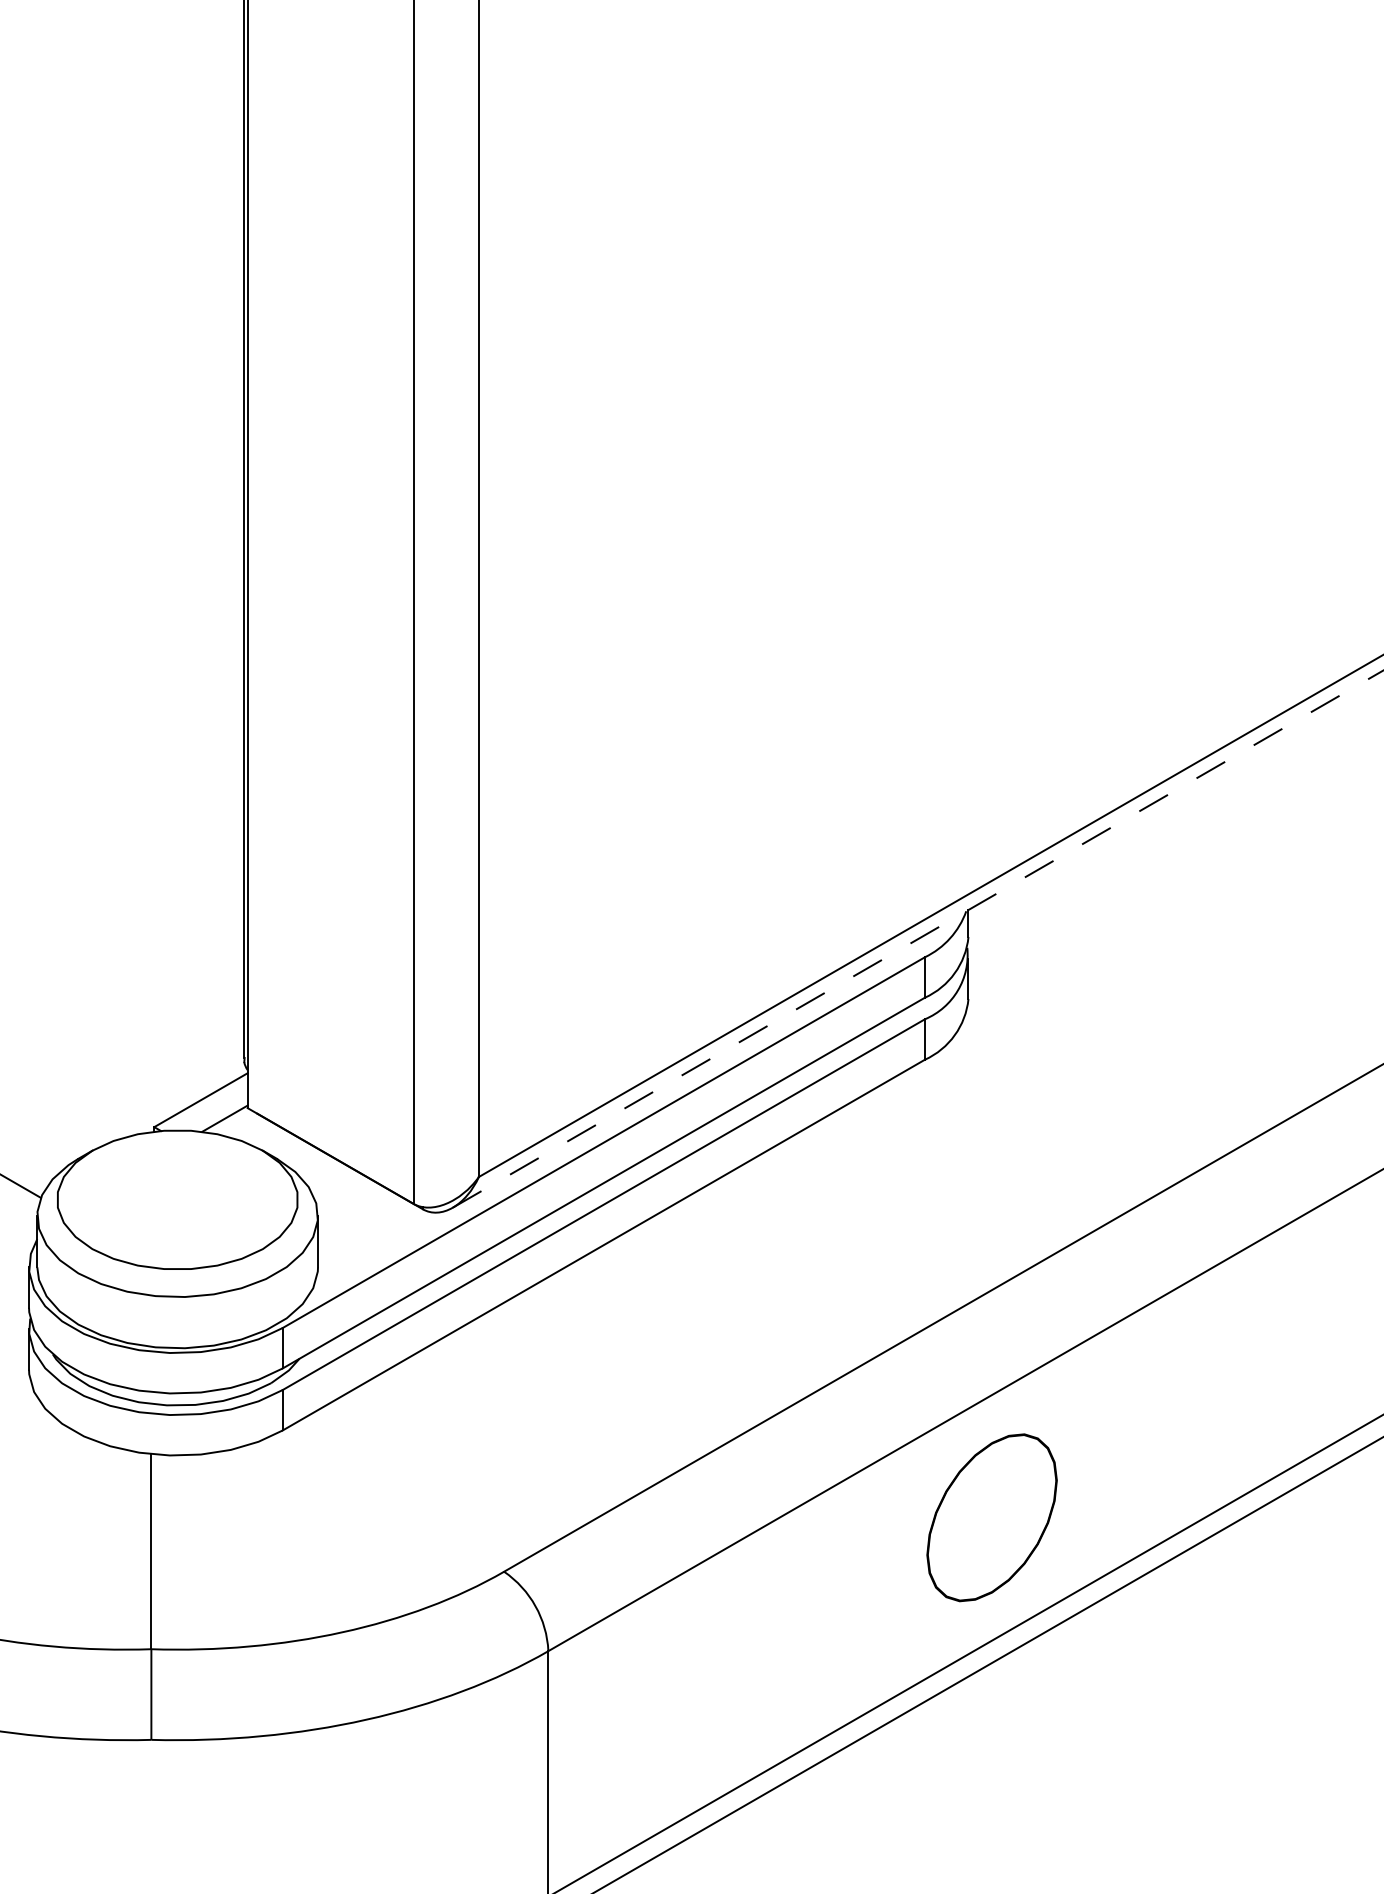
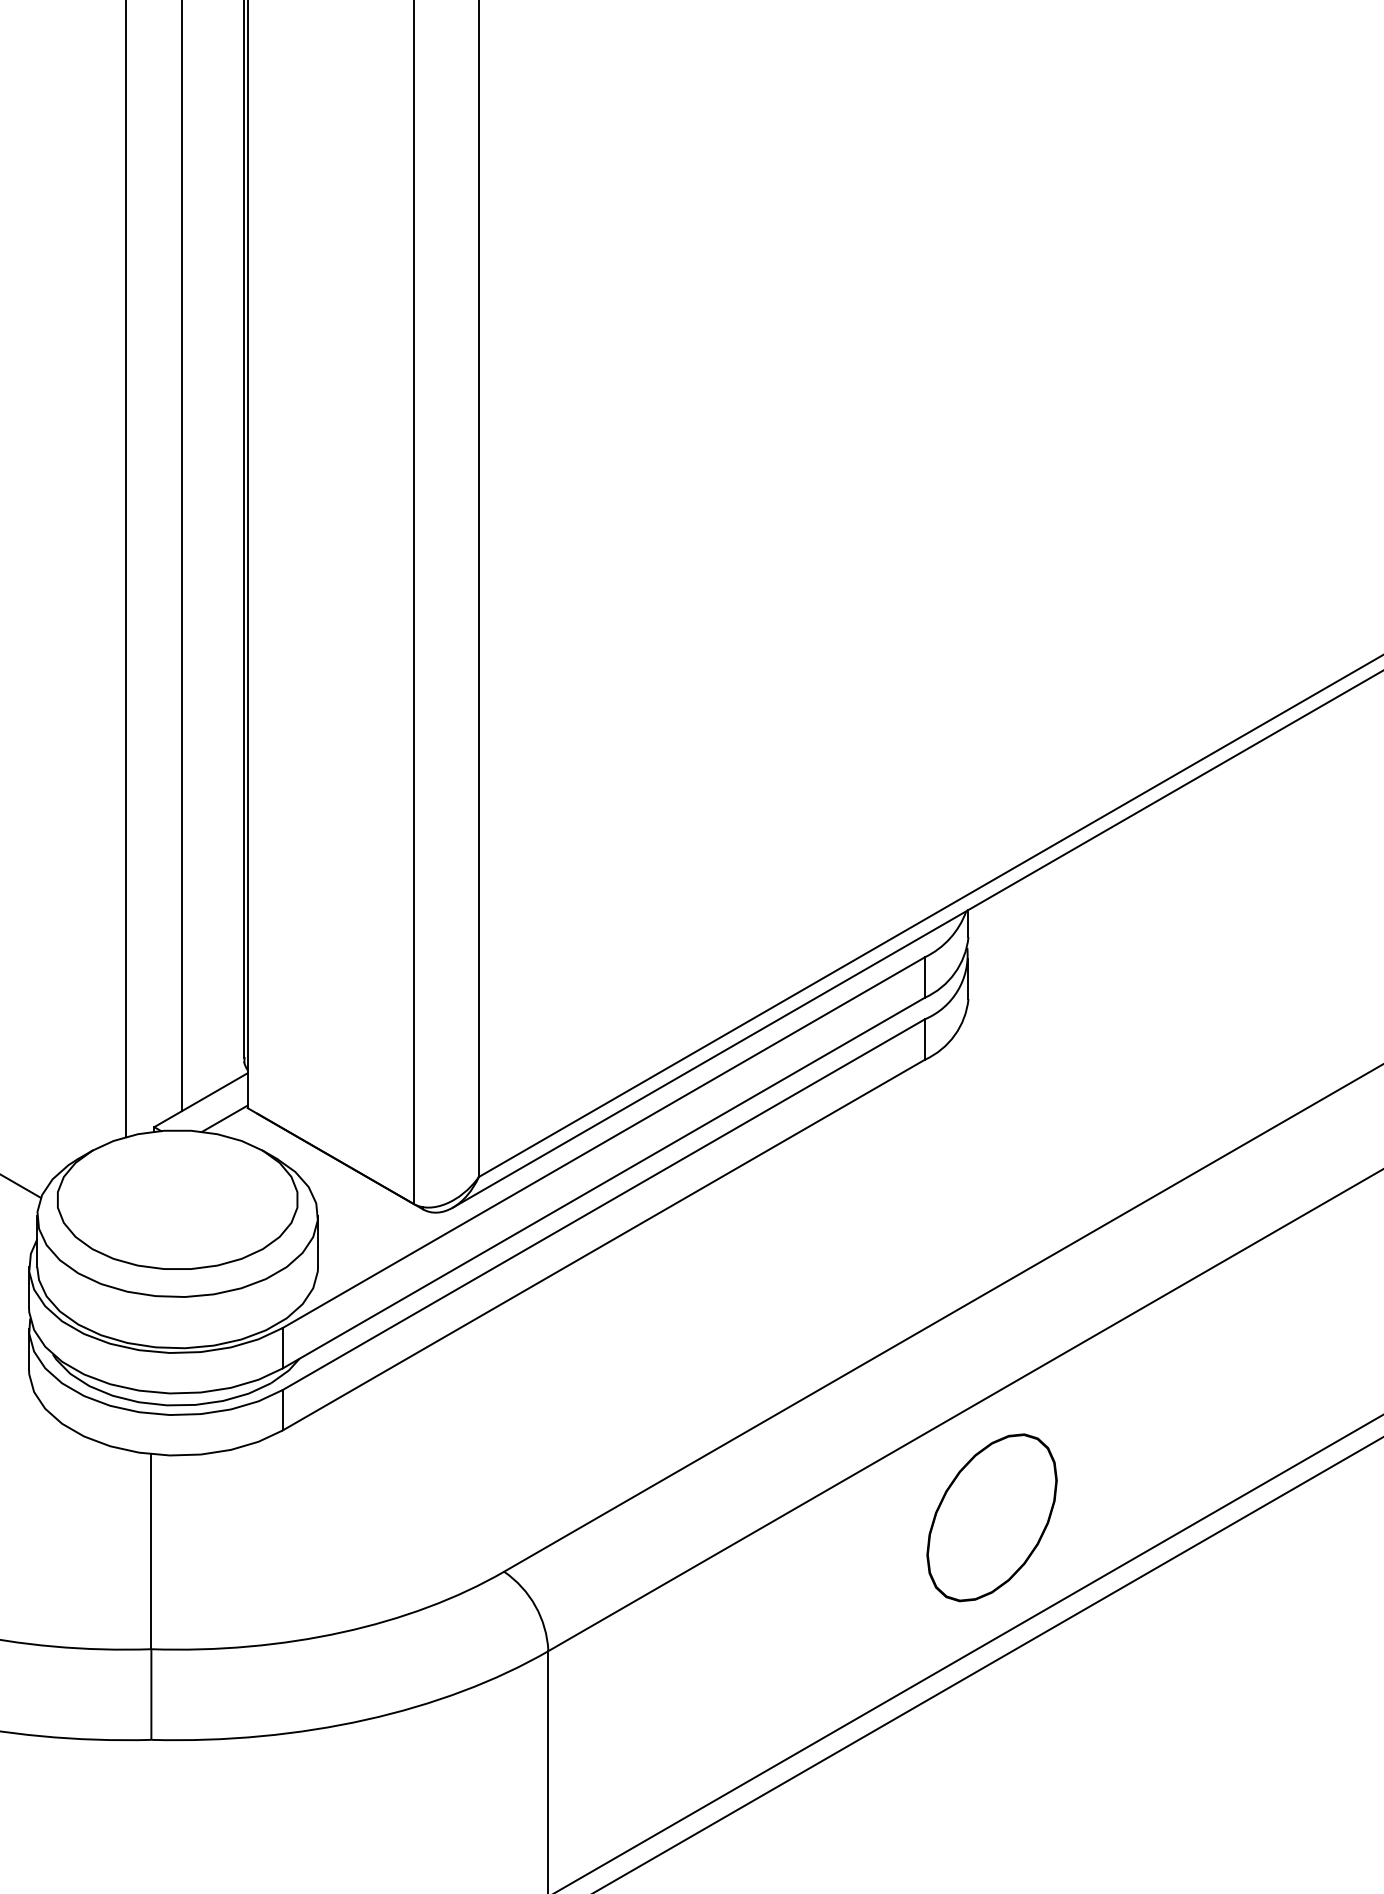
line at (182, 556): none -> present
line at (126, 569): none -> present
line at (918, 938): dashed -> solid
